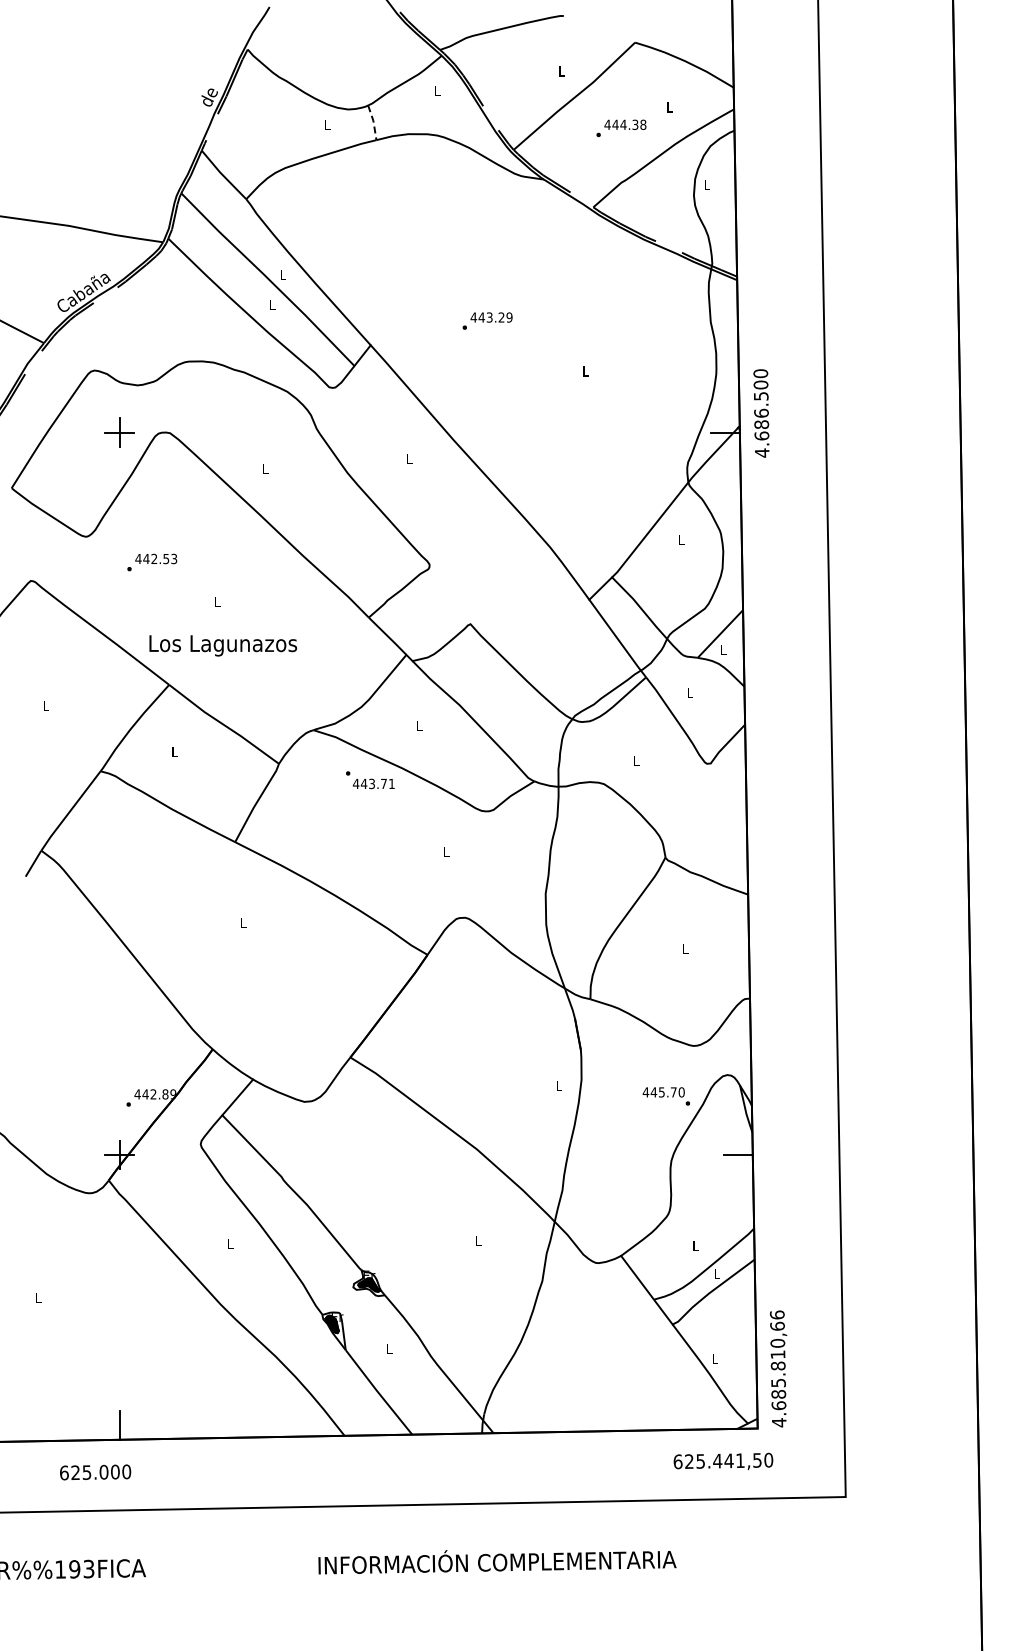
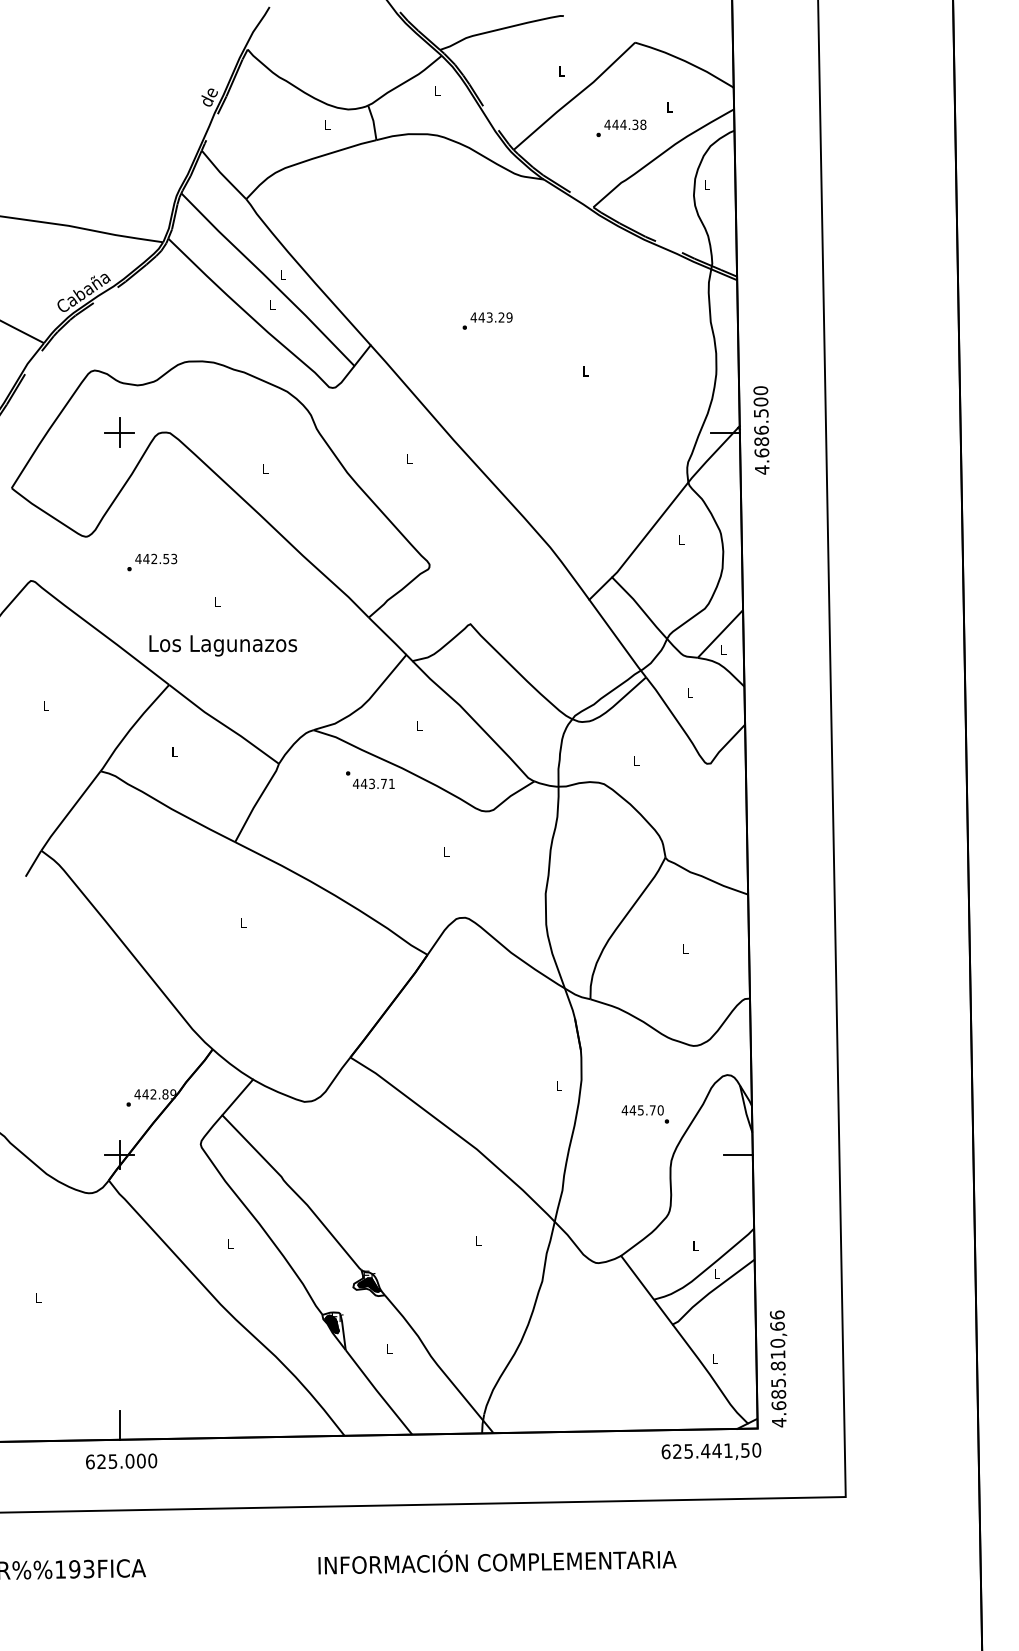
line at (373, 121): dashed -> solid
text at (761, 413) position: (761, 413) -> (761, 430)
text at (665, 1096) position: (665, 1096) -> (644, 1114)
text at (723, 1460) position: (723, 1460) -> (711, 1450)
text at (95, 1472) position: (95, 1472) -> (121, 1461)
